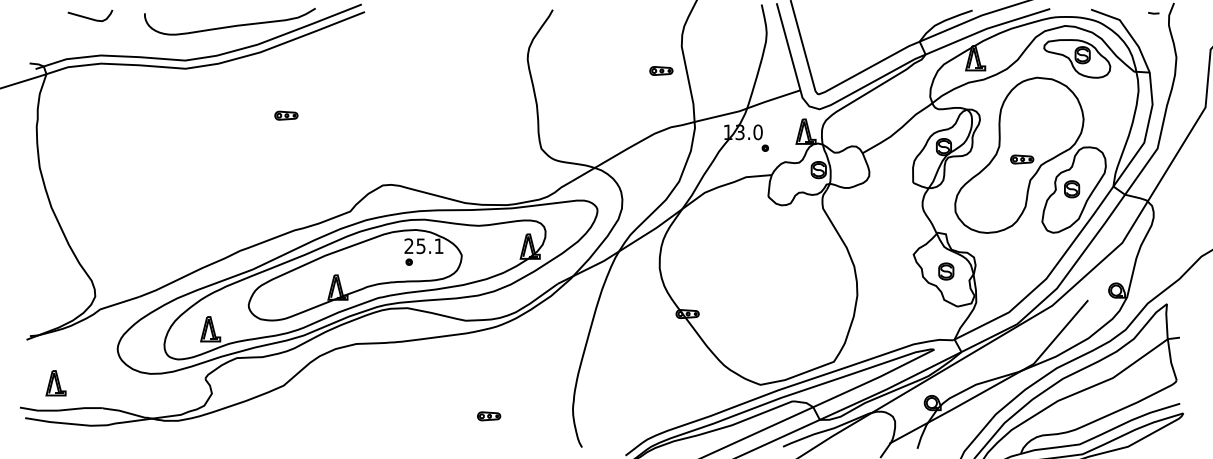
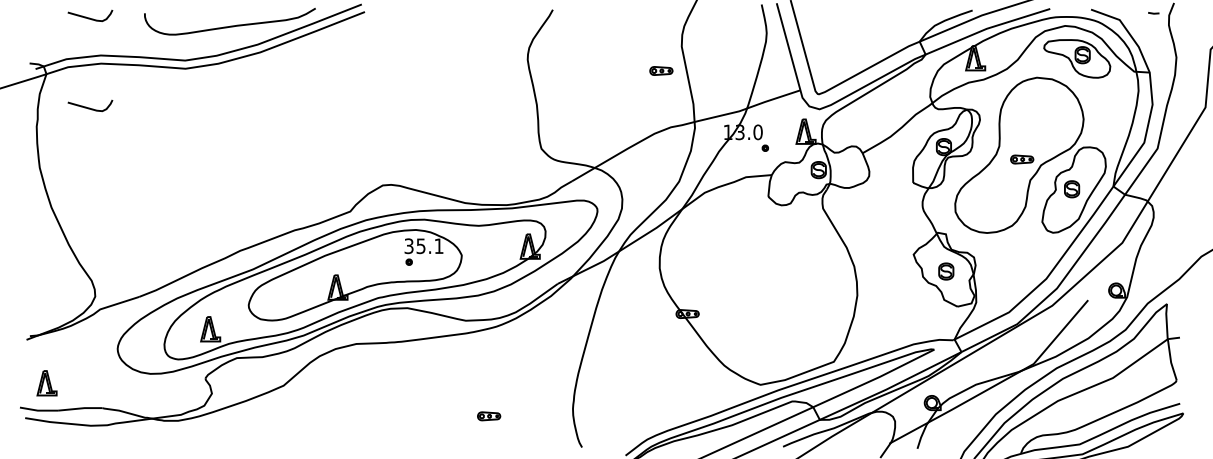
curve at (89, 107): none -> present
part at (286, 115): present -> none
text at (408, 246): 25.1 -> 35.1
part at (55, 383) position: (55, 383) -> (46, 383)
